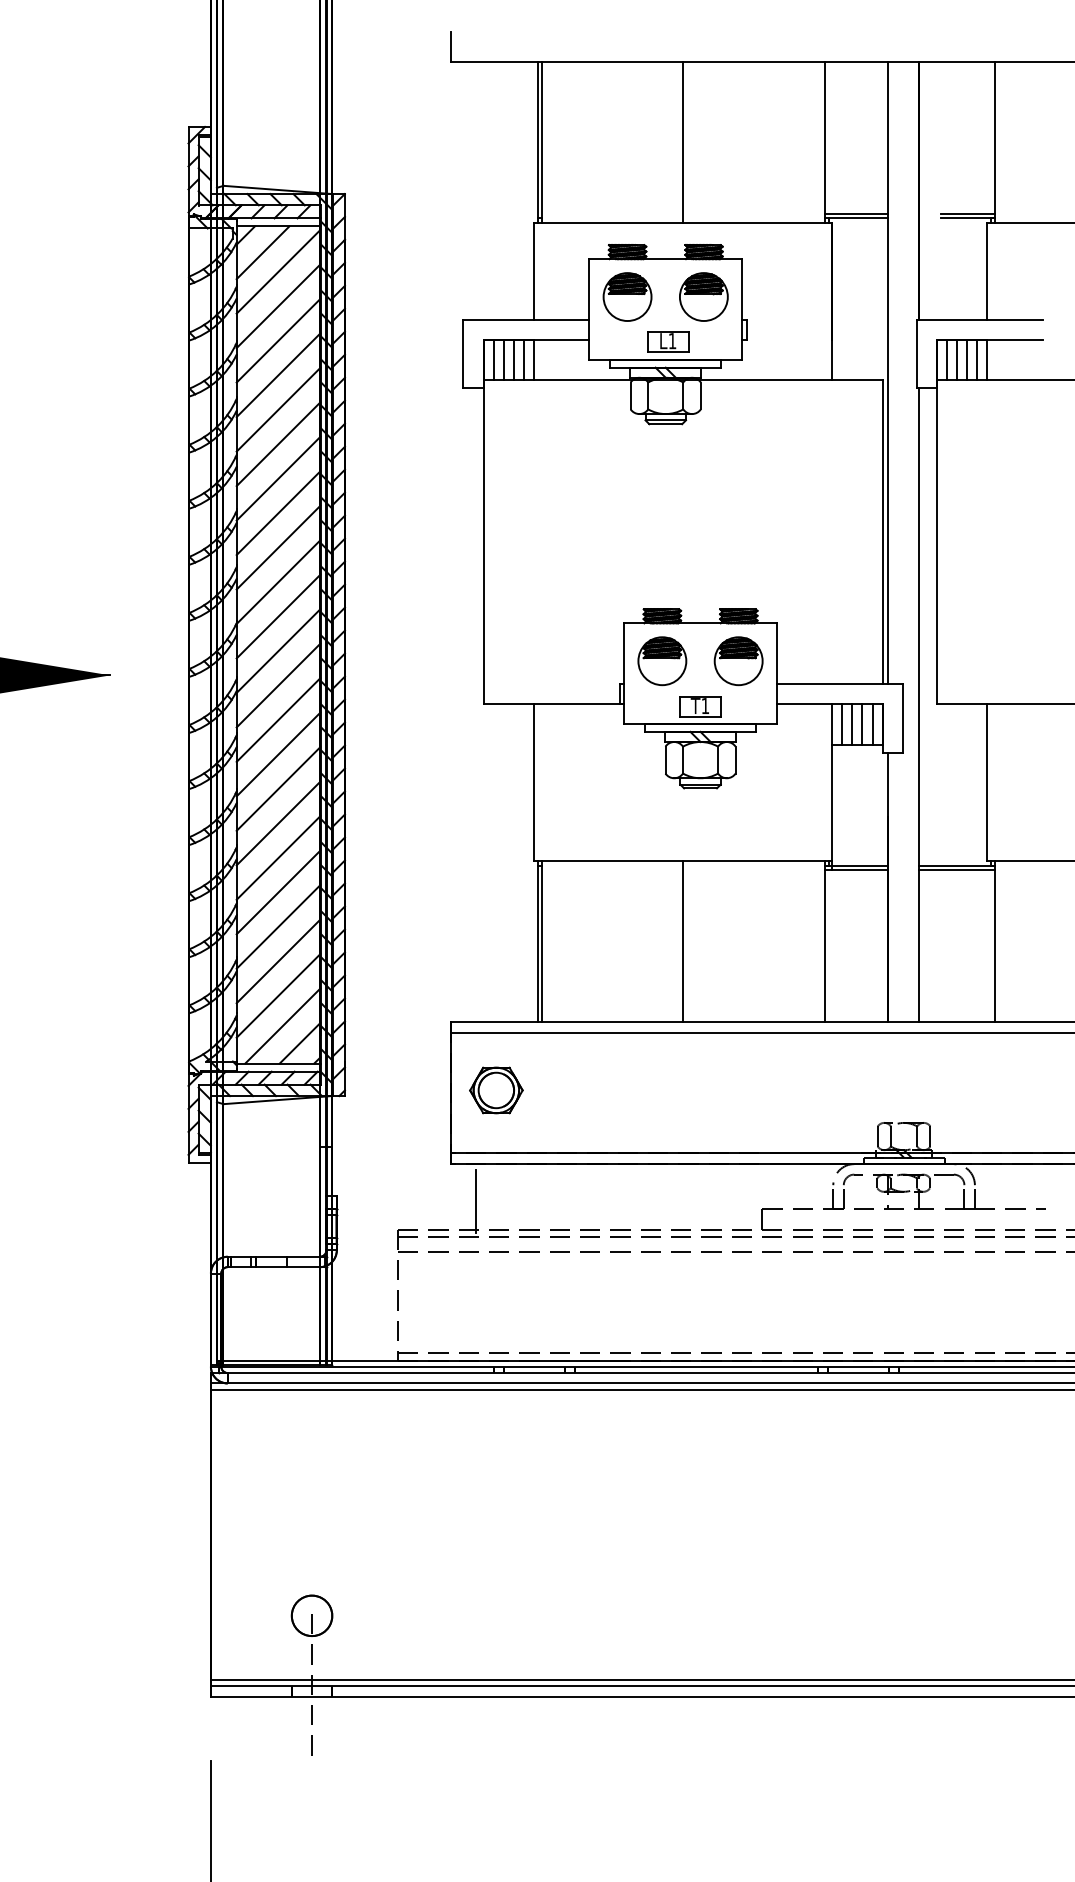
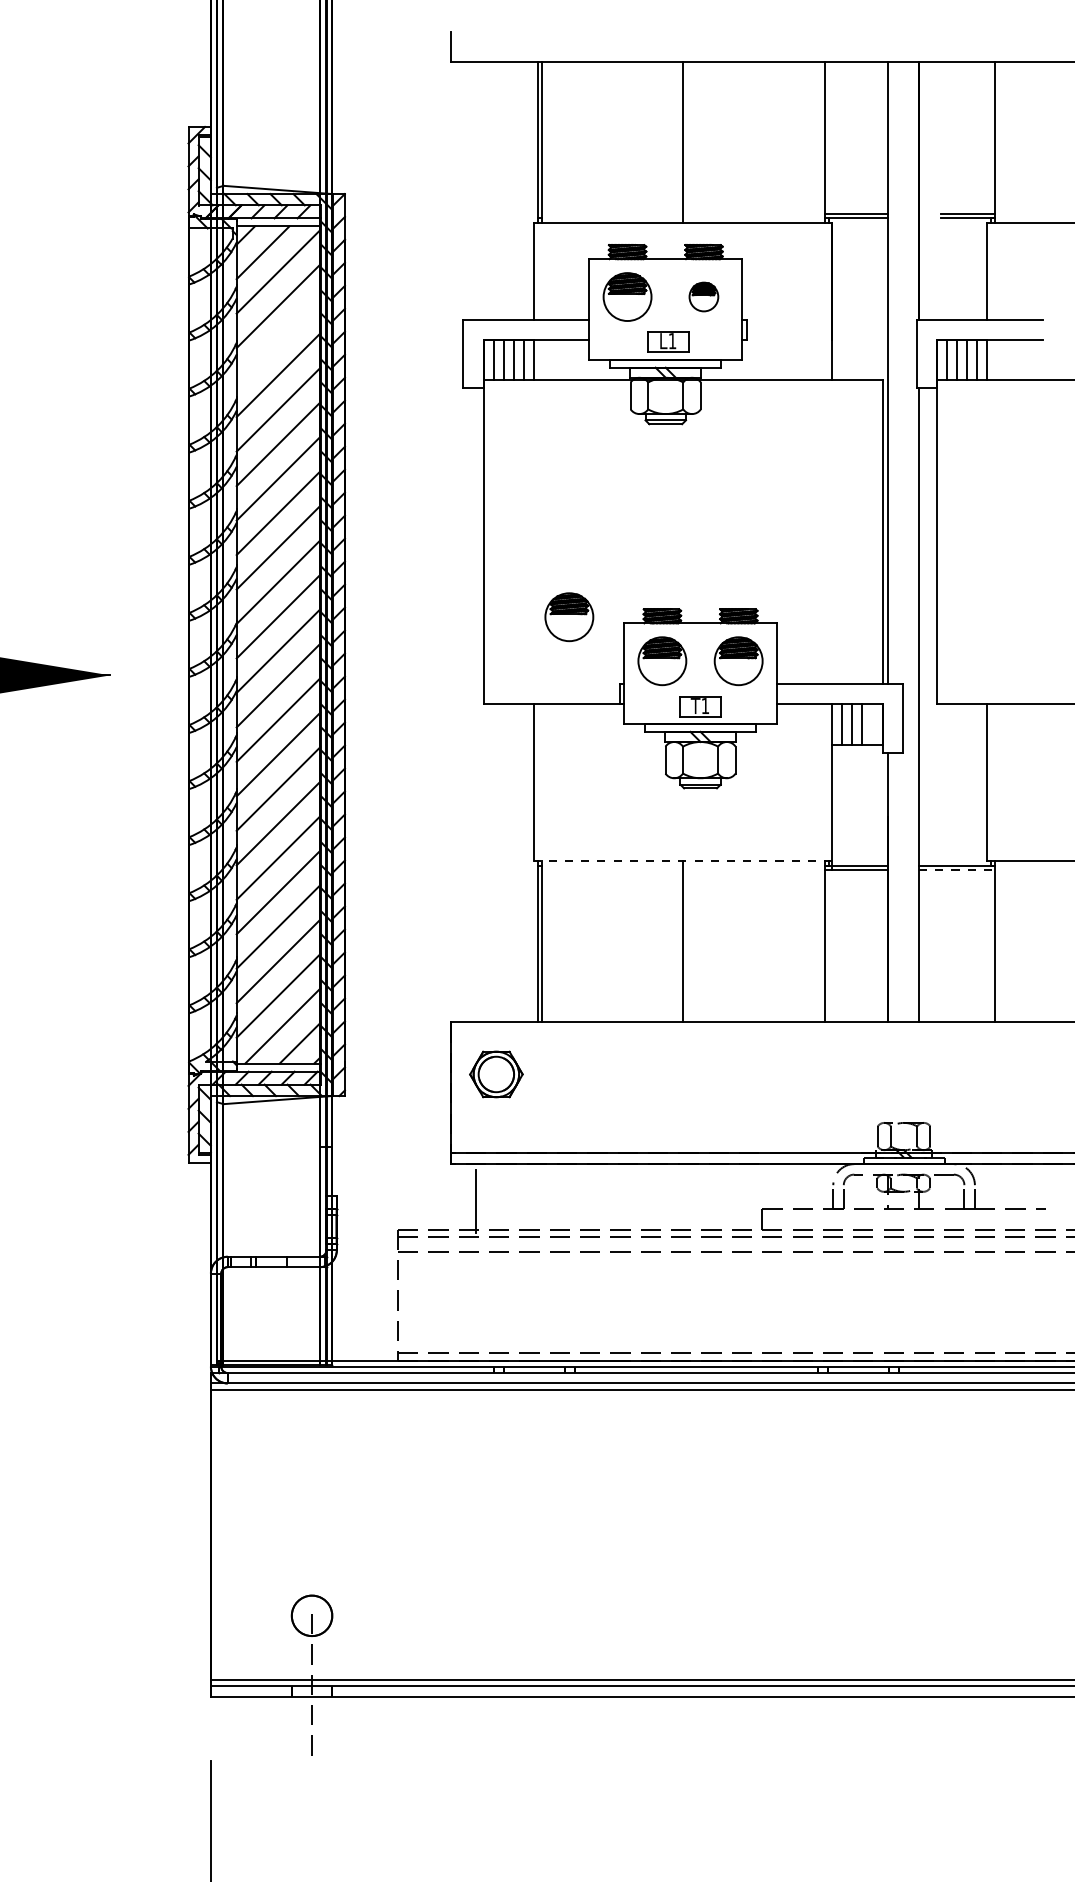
part at (703, 296) size: 50x50 px -> 32x32 px
line at (278, 340): present -> none
part at (569, 617): none -> present
line at (872, 724): present -> none
line at (683, 861): solid -> dashed
line at (956, 870): solid -> dashed
line at (761, 1033): present -> none
part at (496, 1090) position: (496, 1090) -> (496, 1074)
